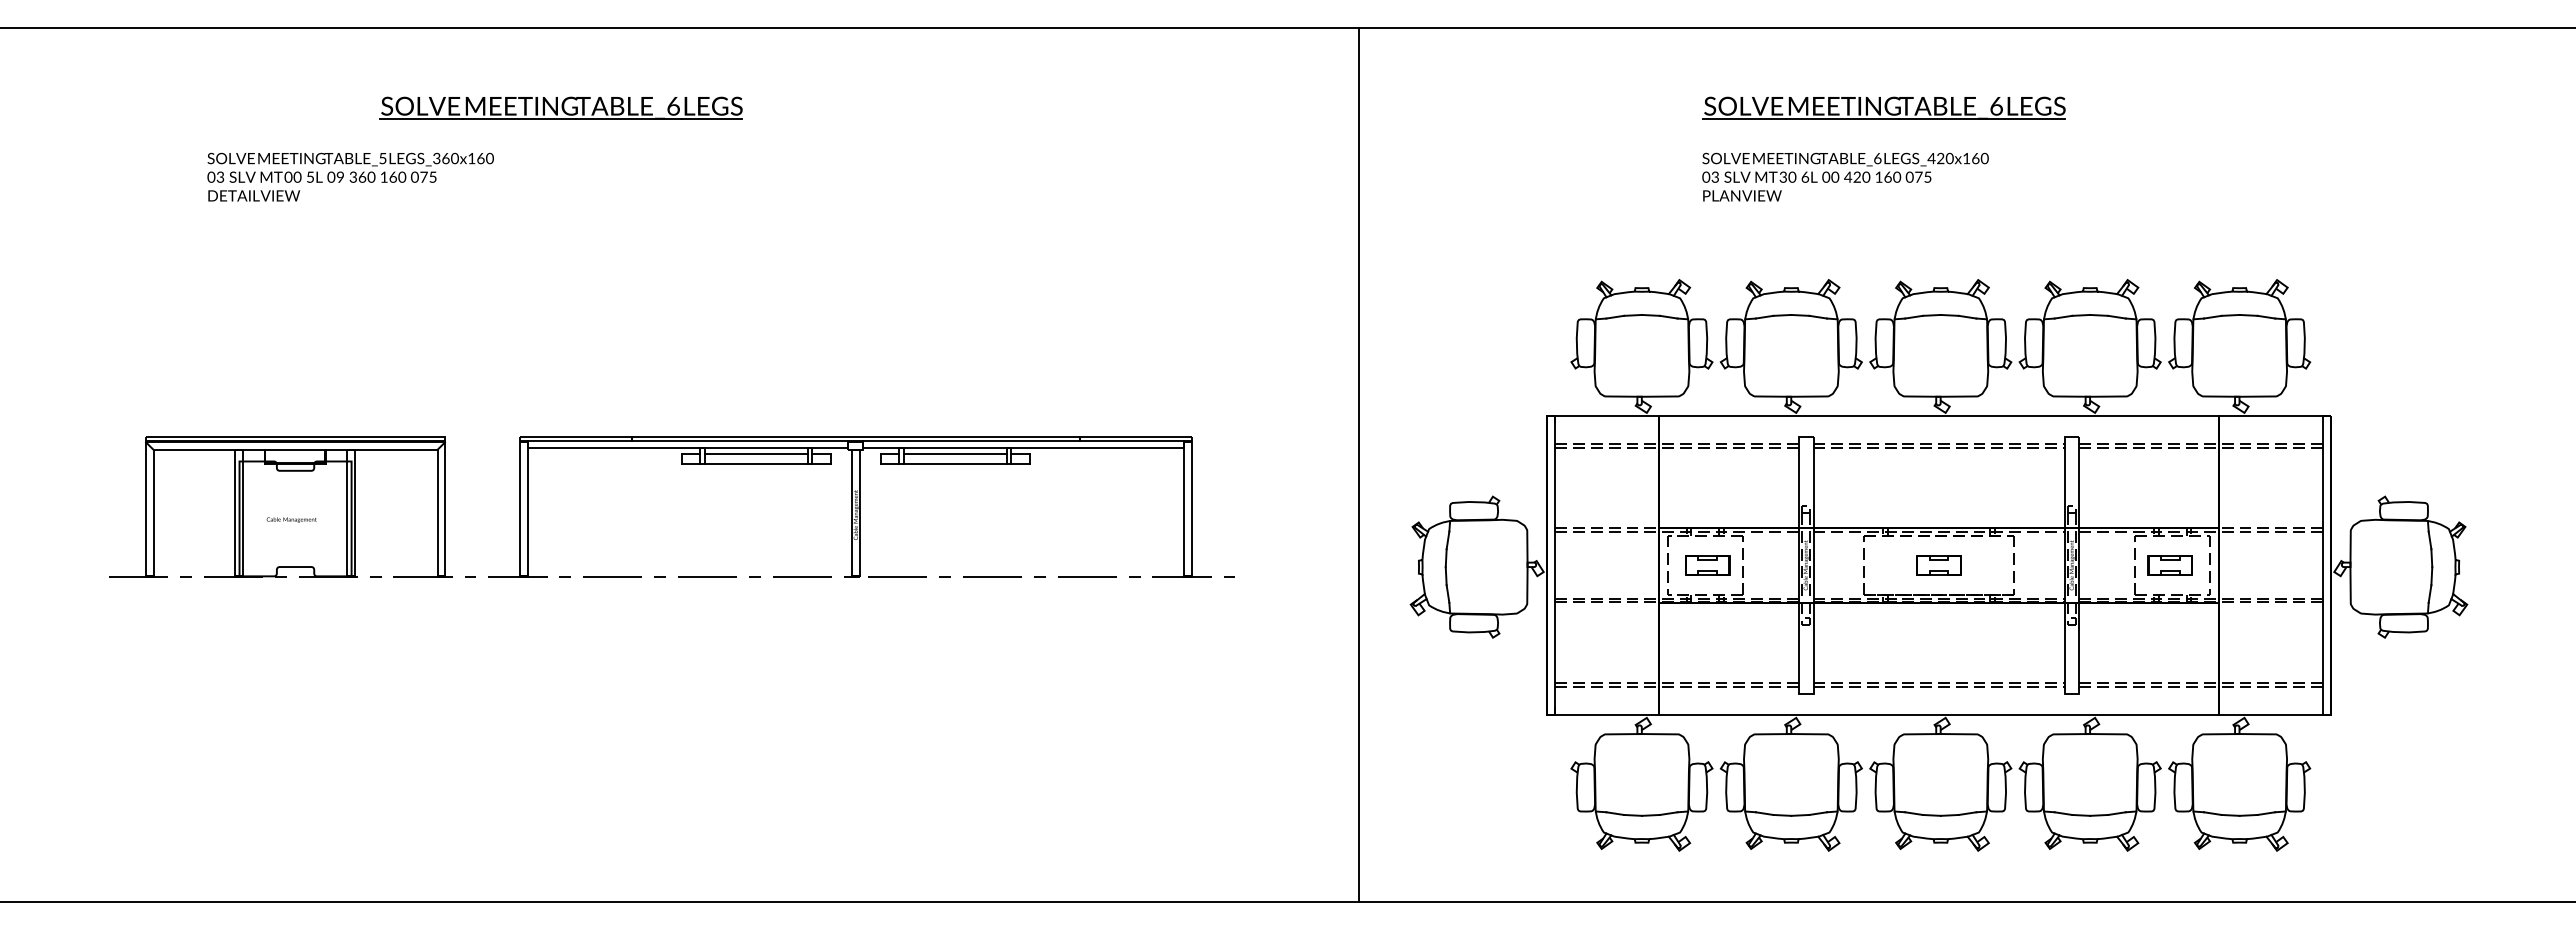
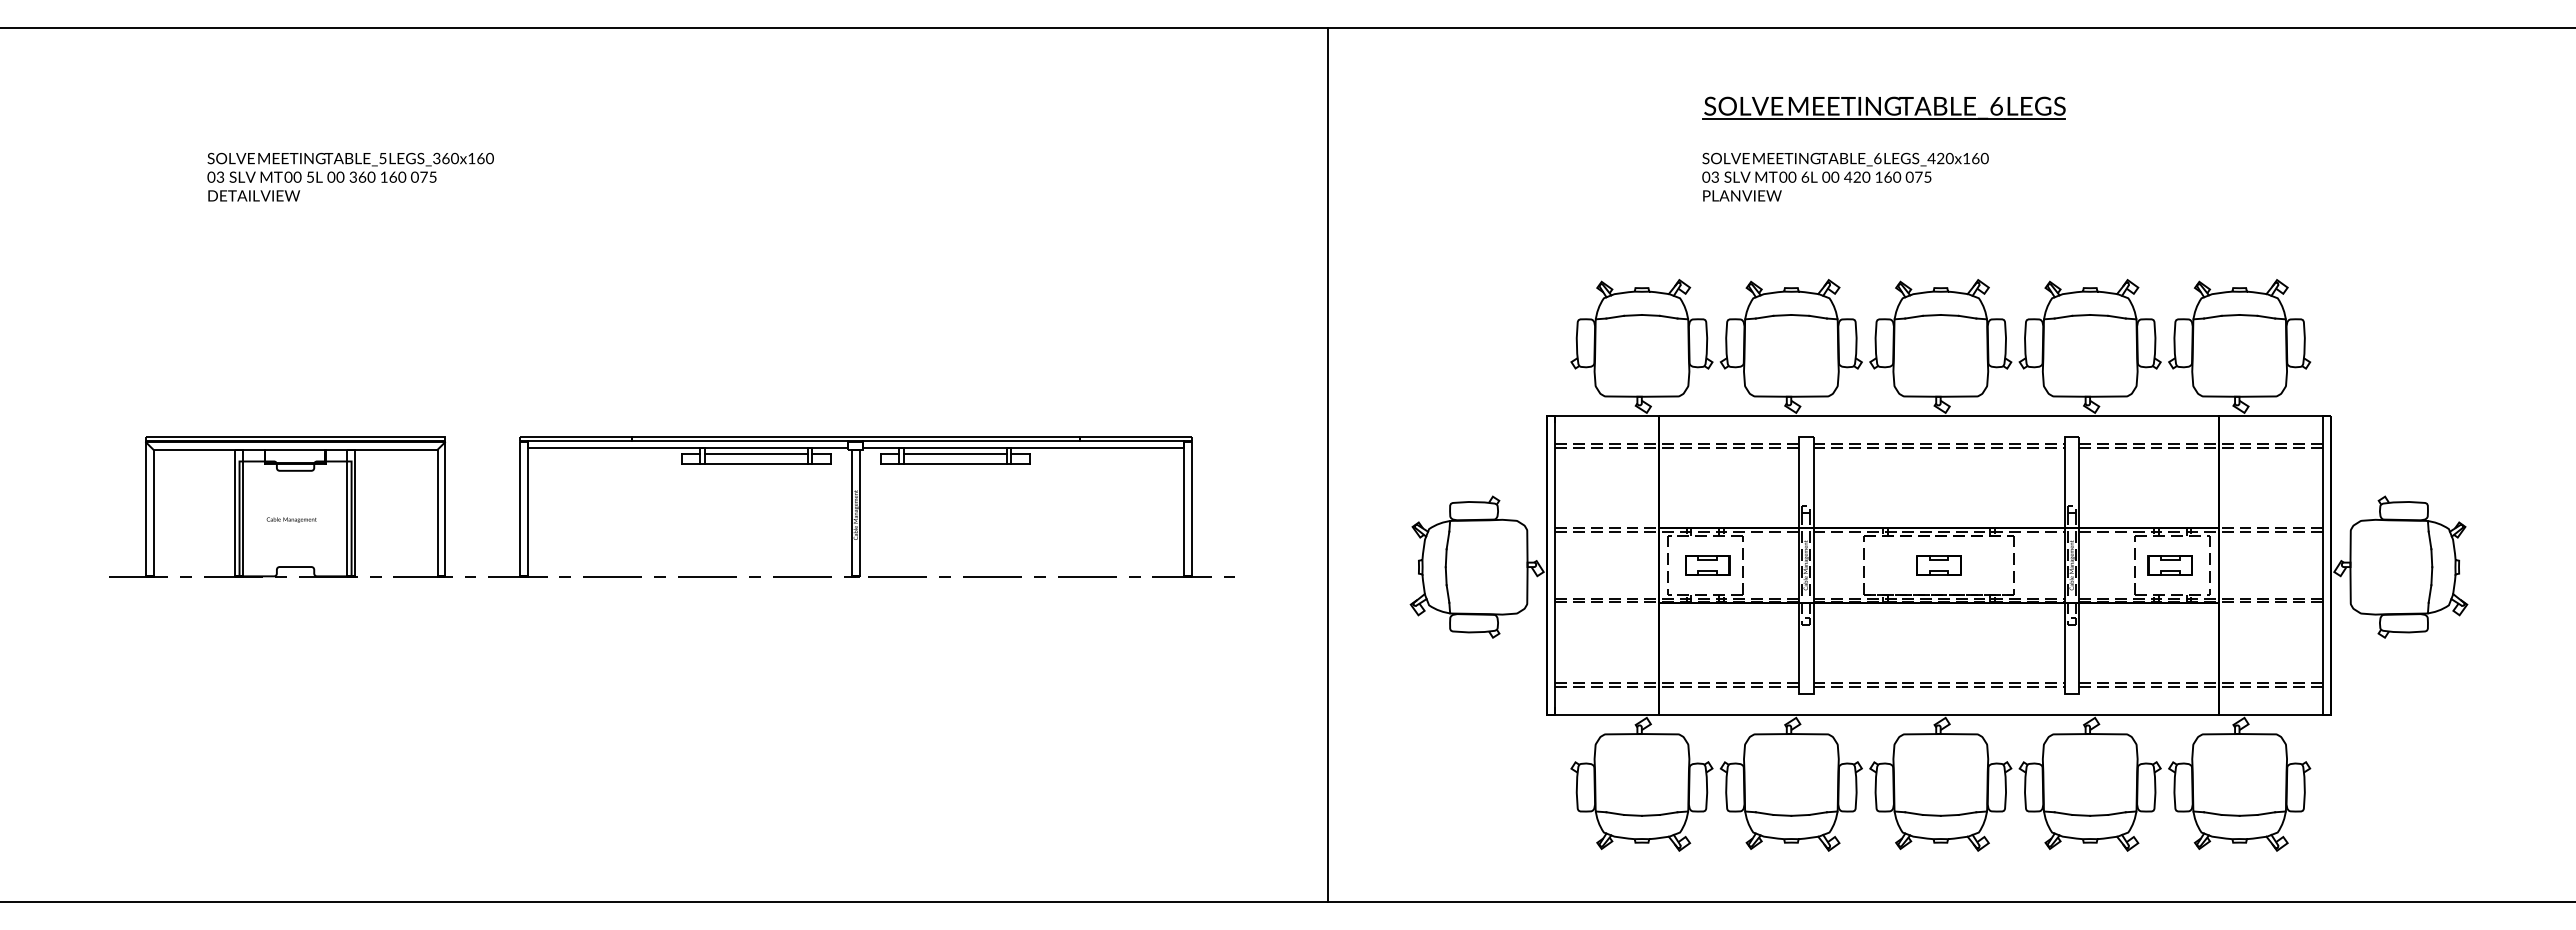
part at (560, 107): present -> none
text at (340, 177): 09 -> 00
text at (1783, 177): 30 -> 00
line at (1359, 464) position: (1359, 464) -> (1328, 464)
